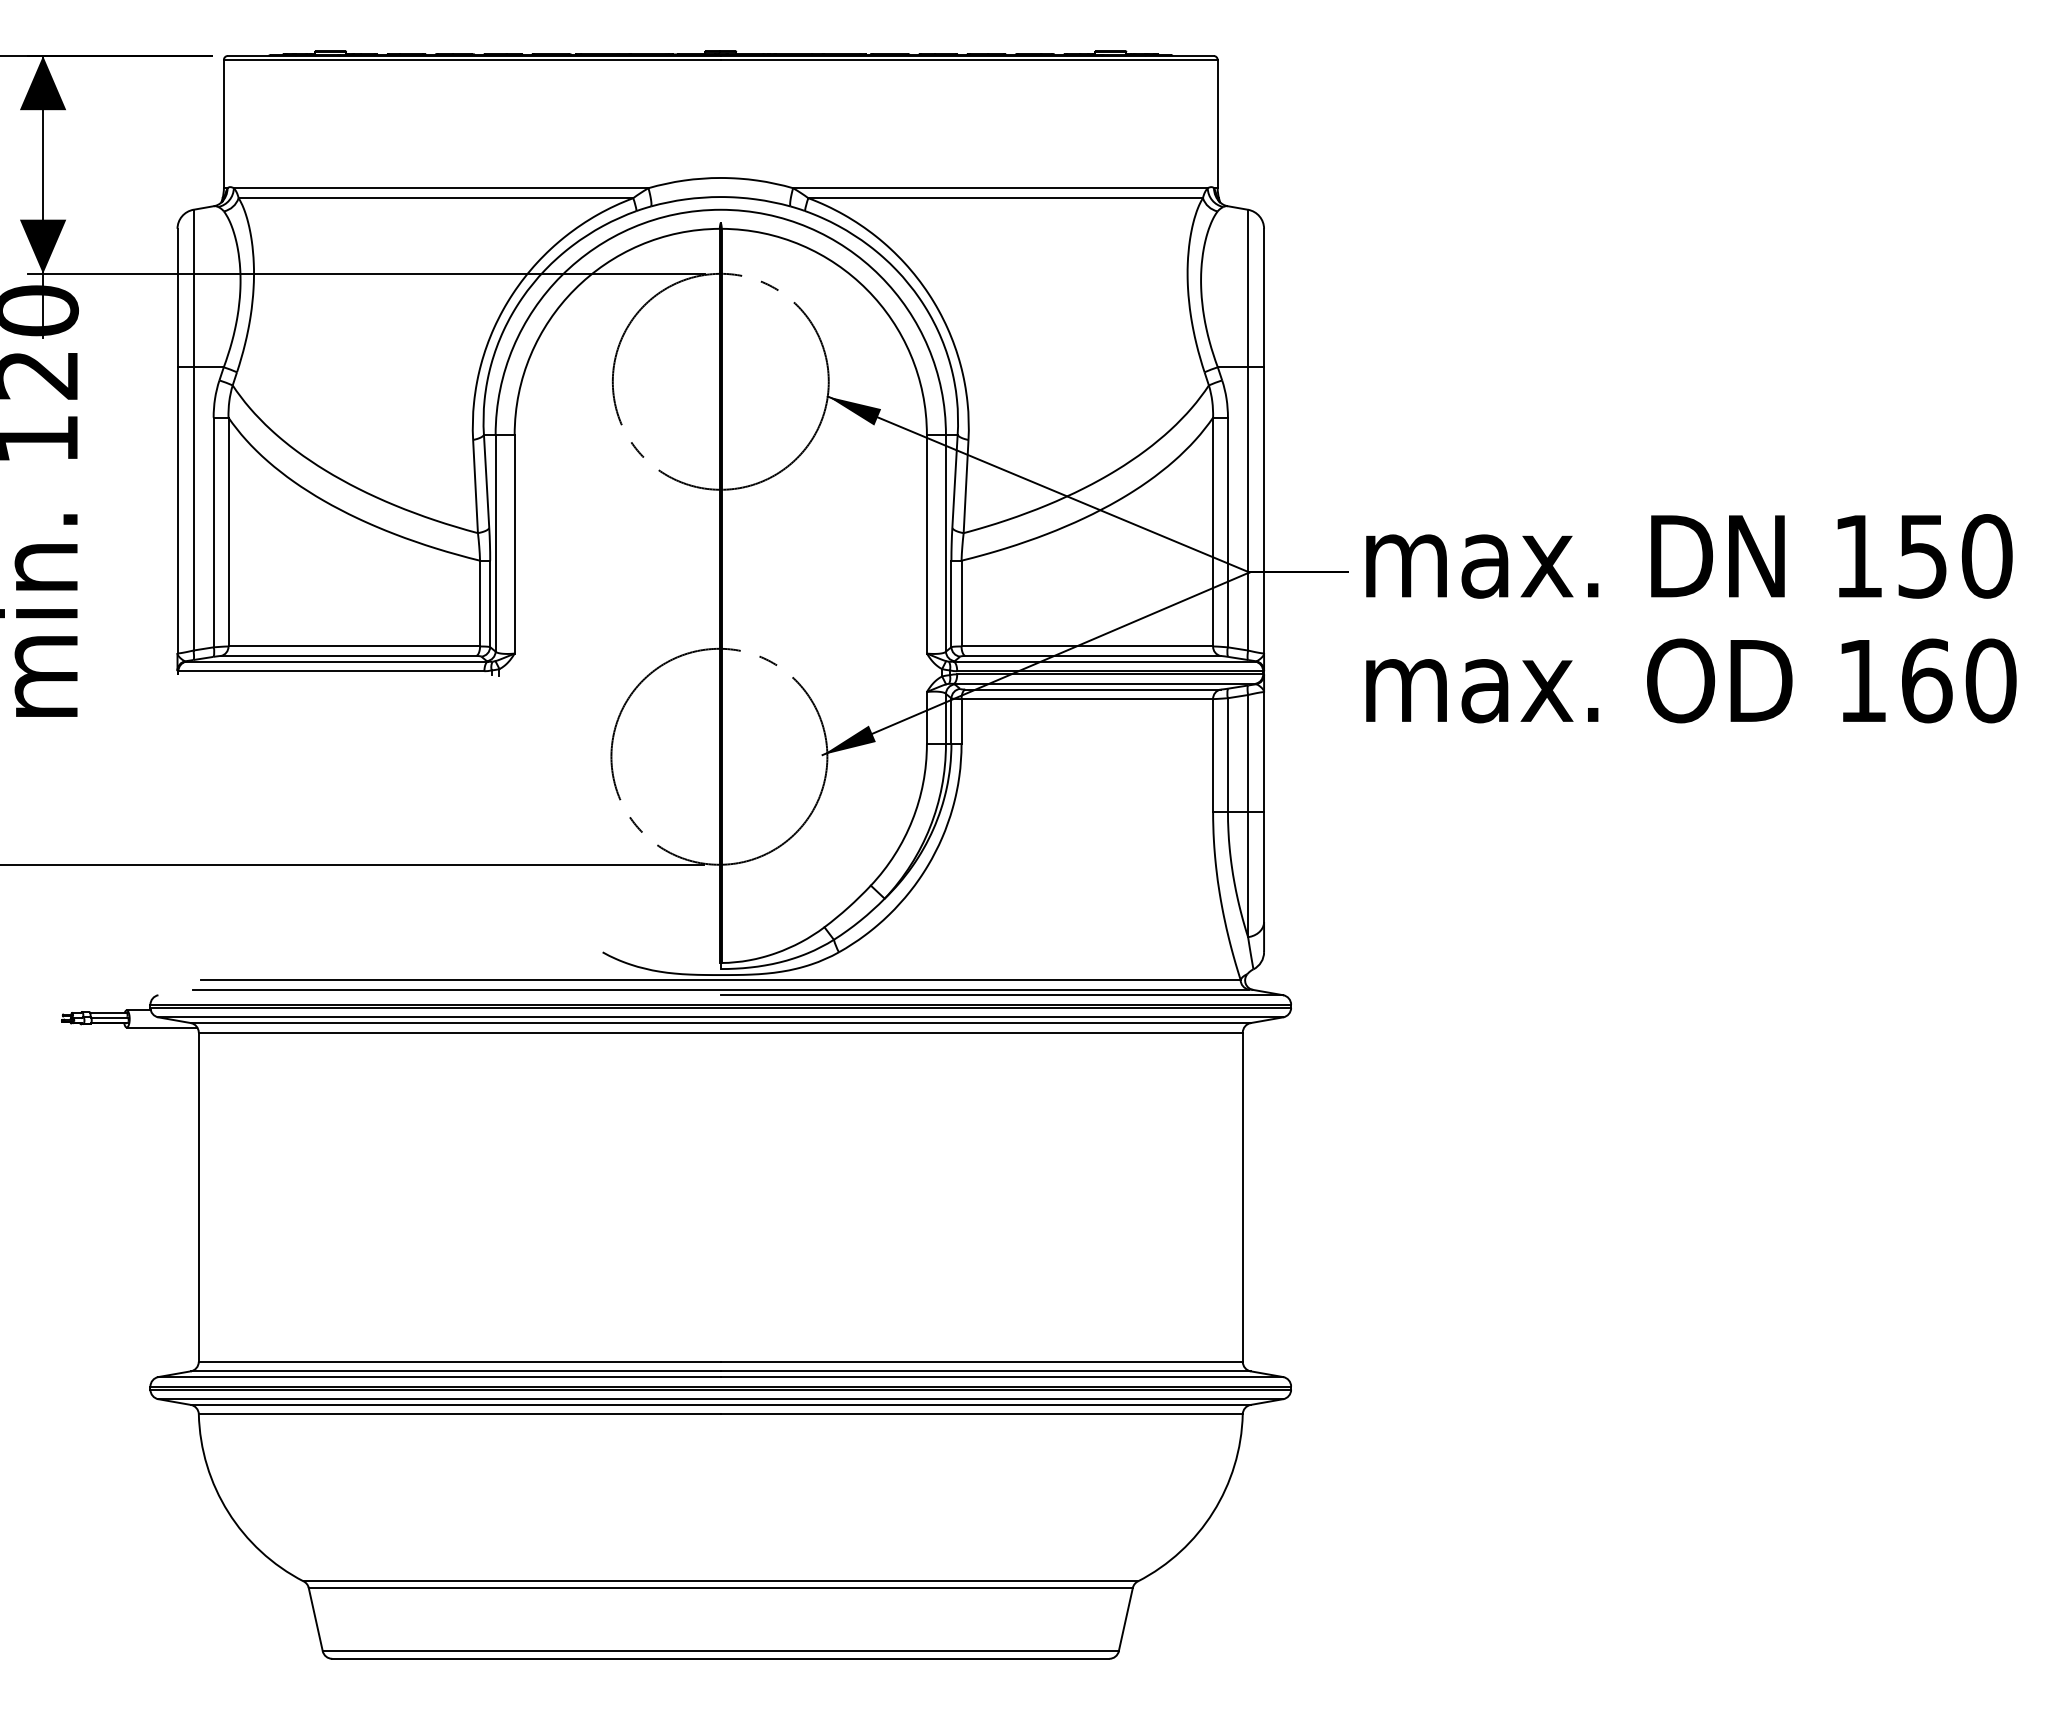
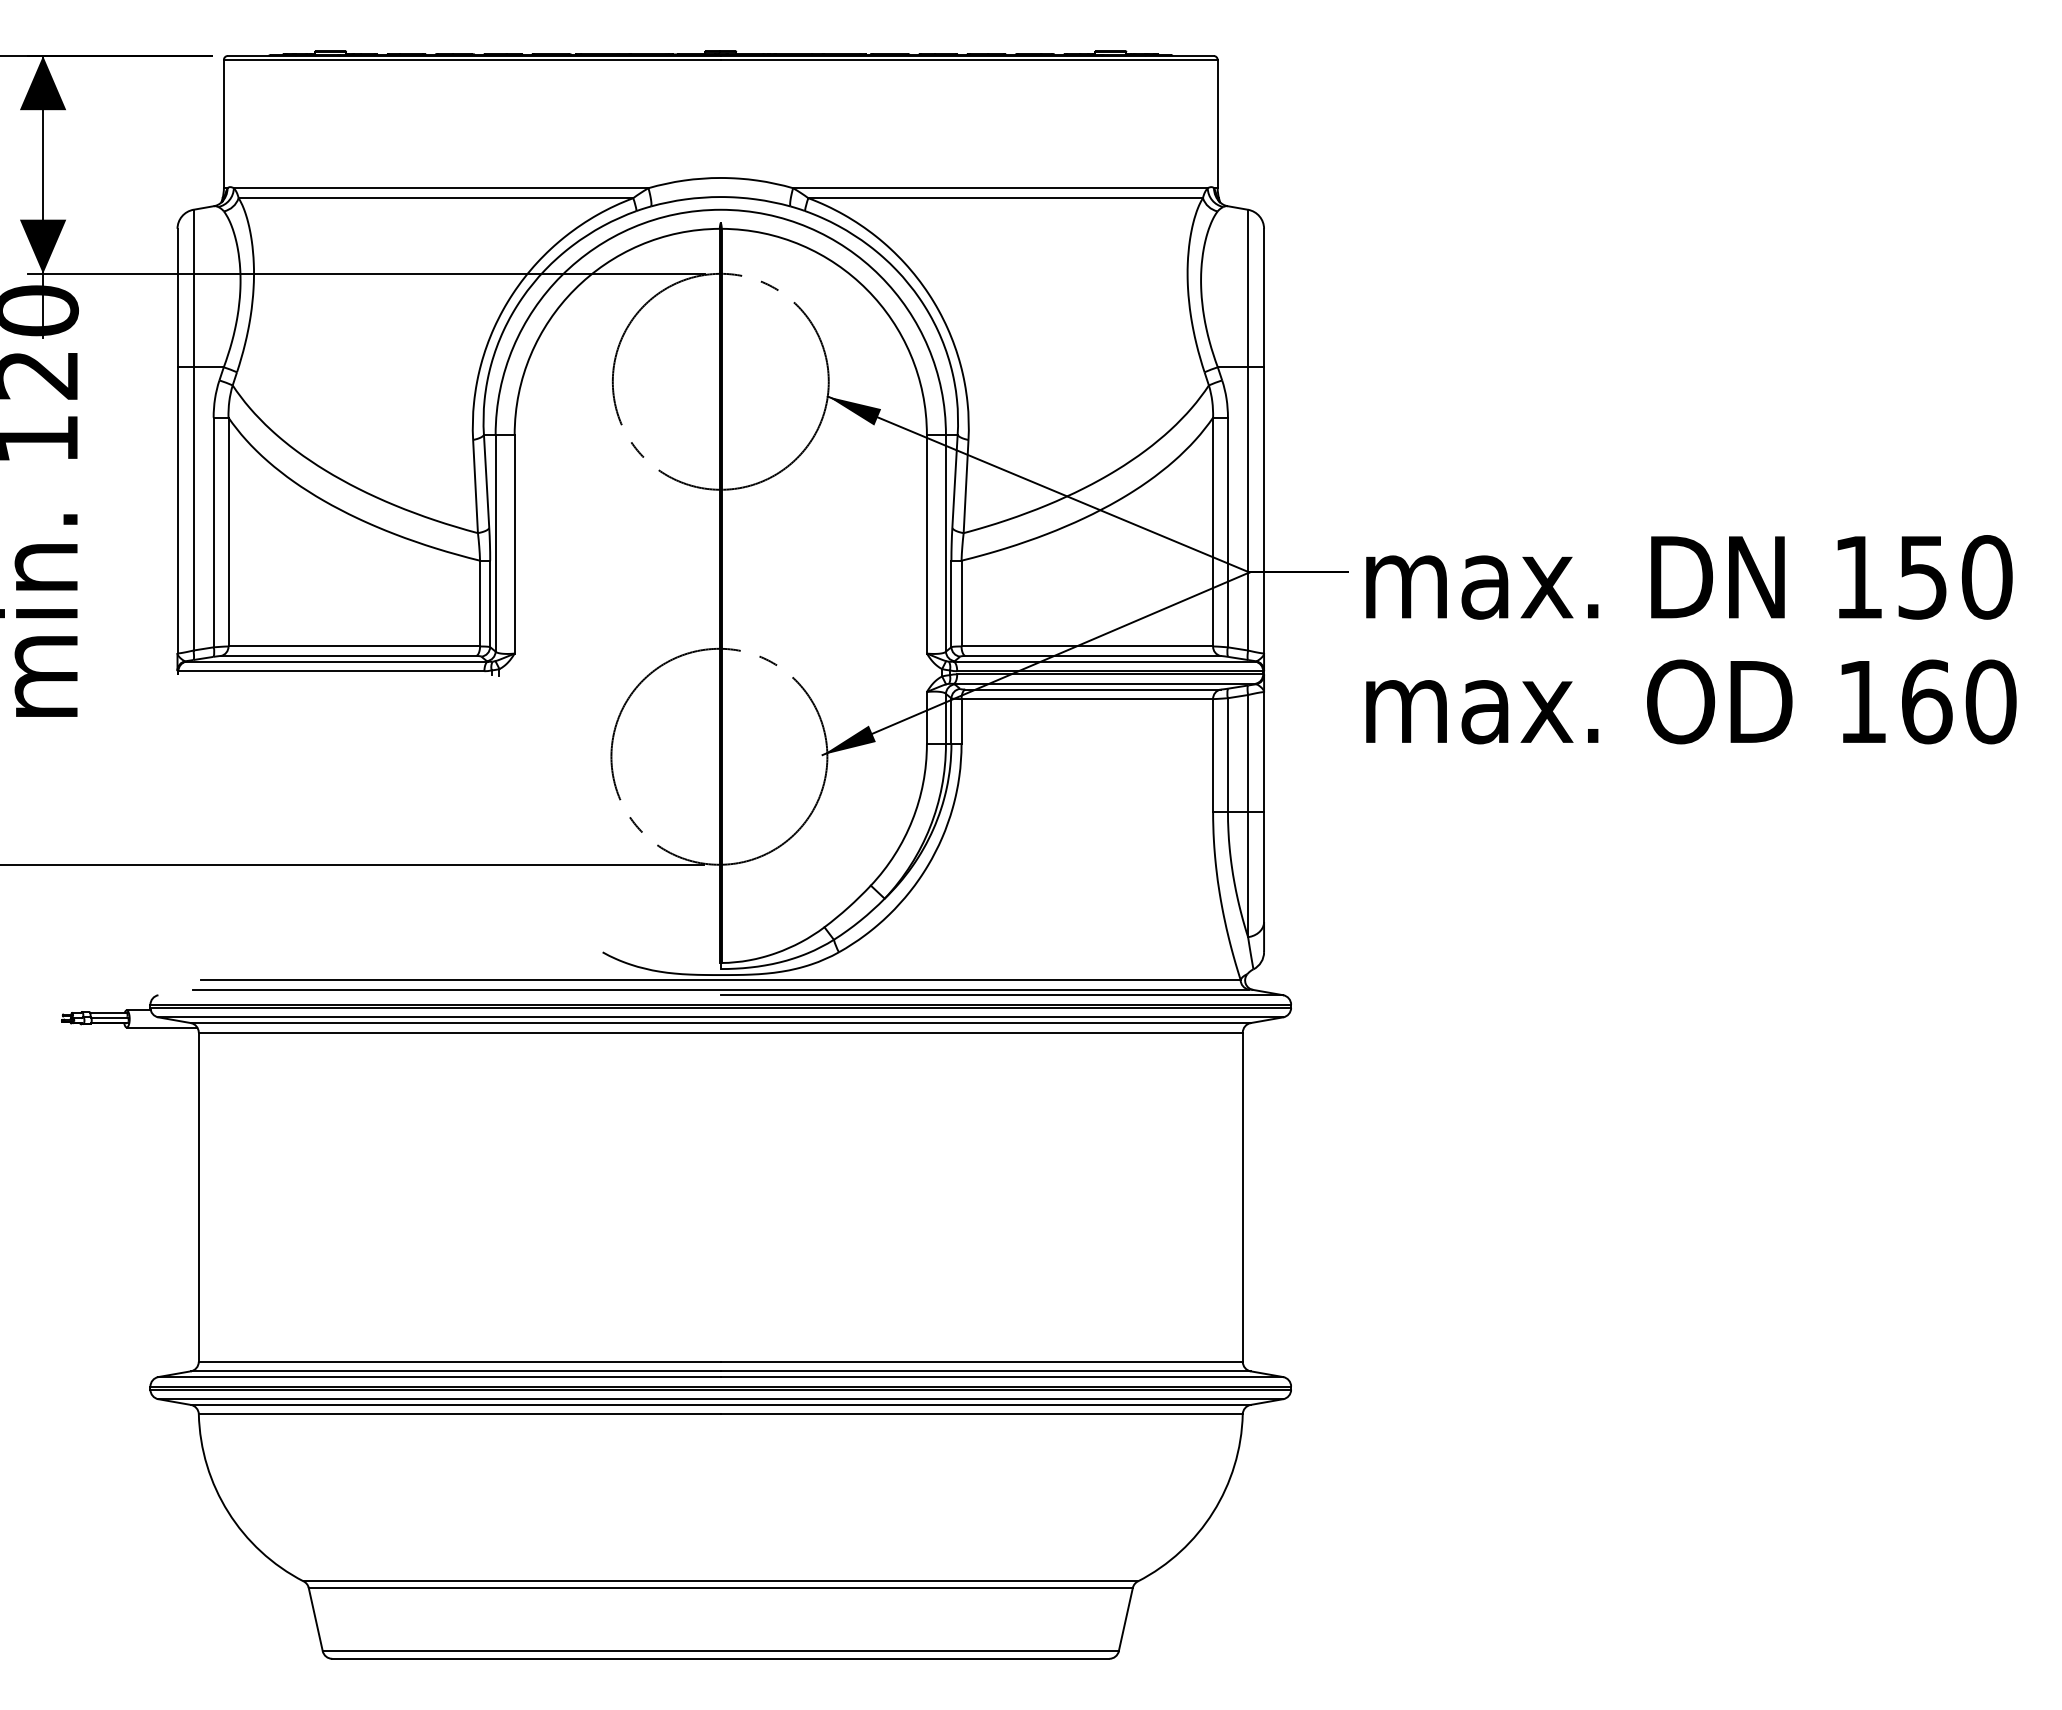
text at (1691, 618) position: (1691, 618) -> (1691, 639)
